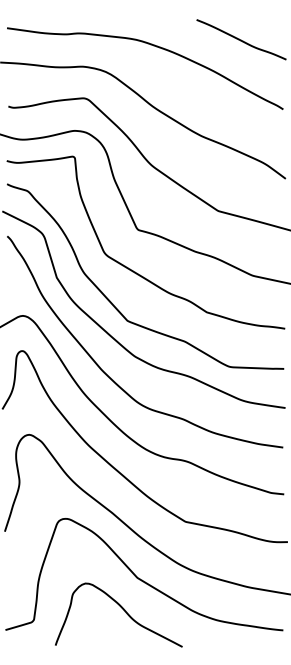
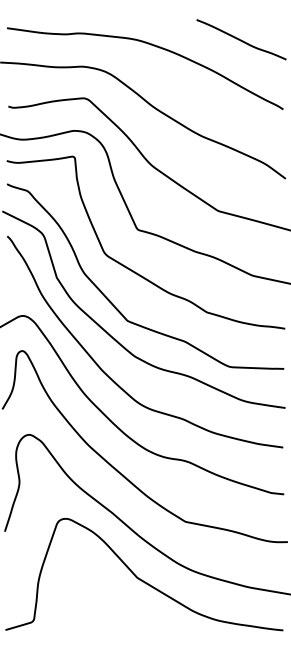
curve at (122, 609): present -> none
